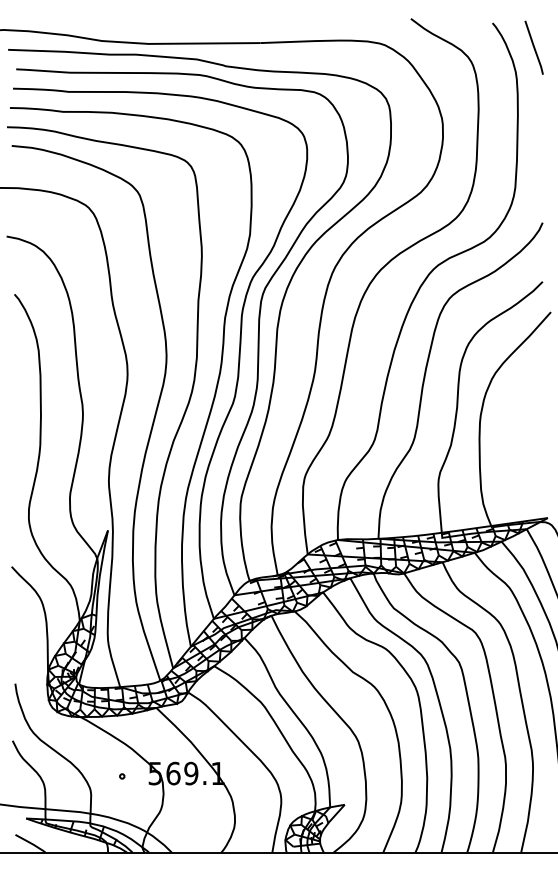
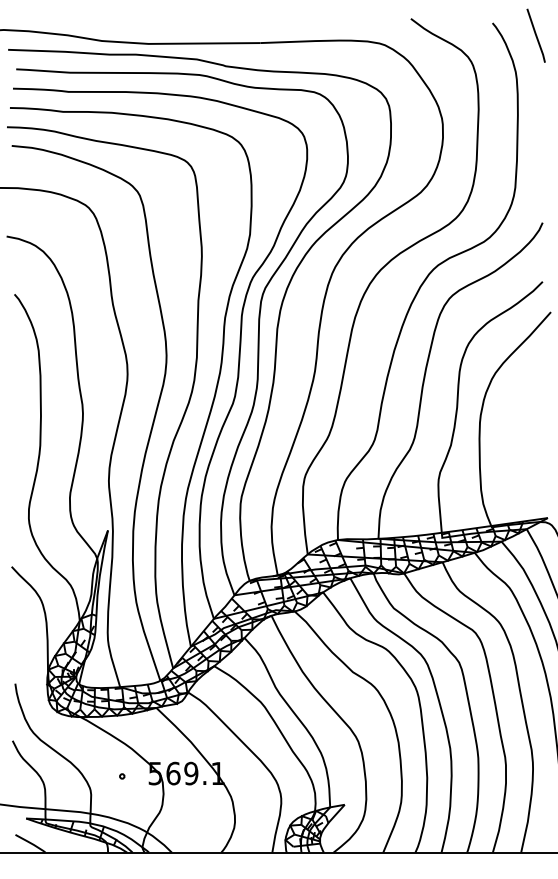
line at (533, 47) position: (533, 47) -> (535, 35)
